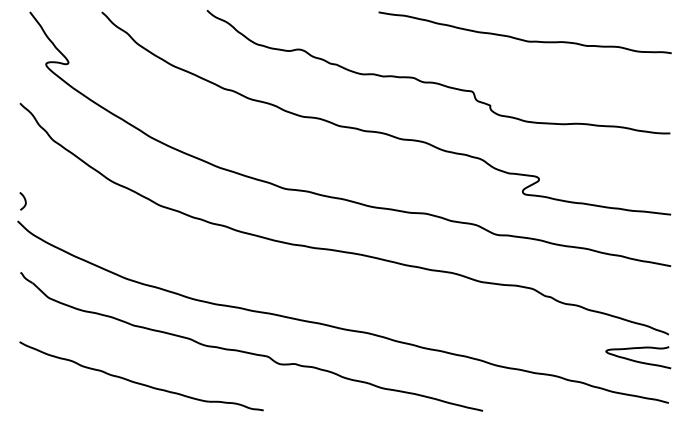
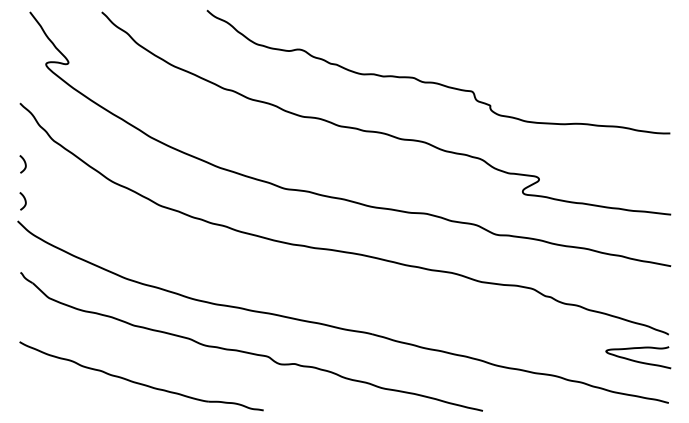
curve at (524, 39): present -> none
curve at (24, 164): none -> present
